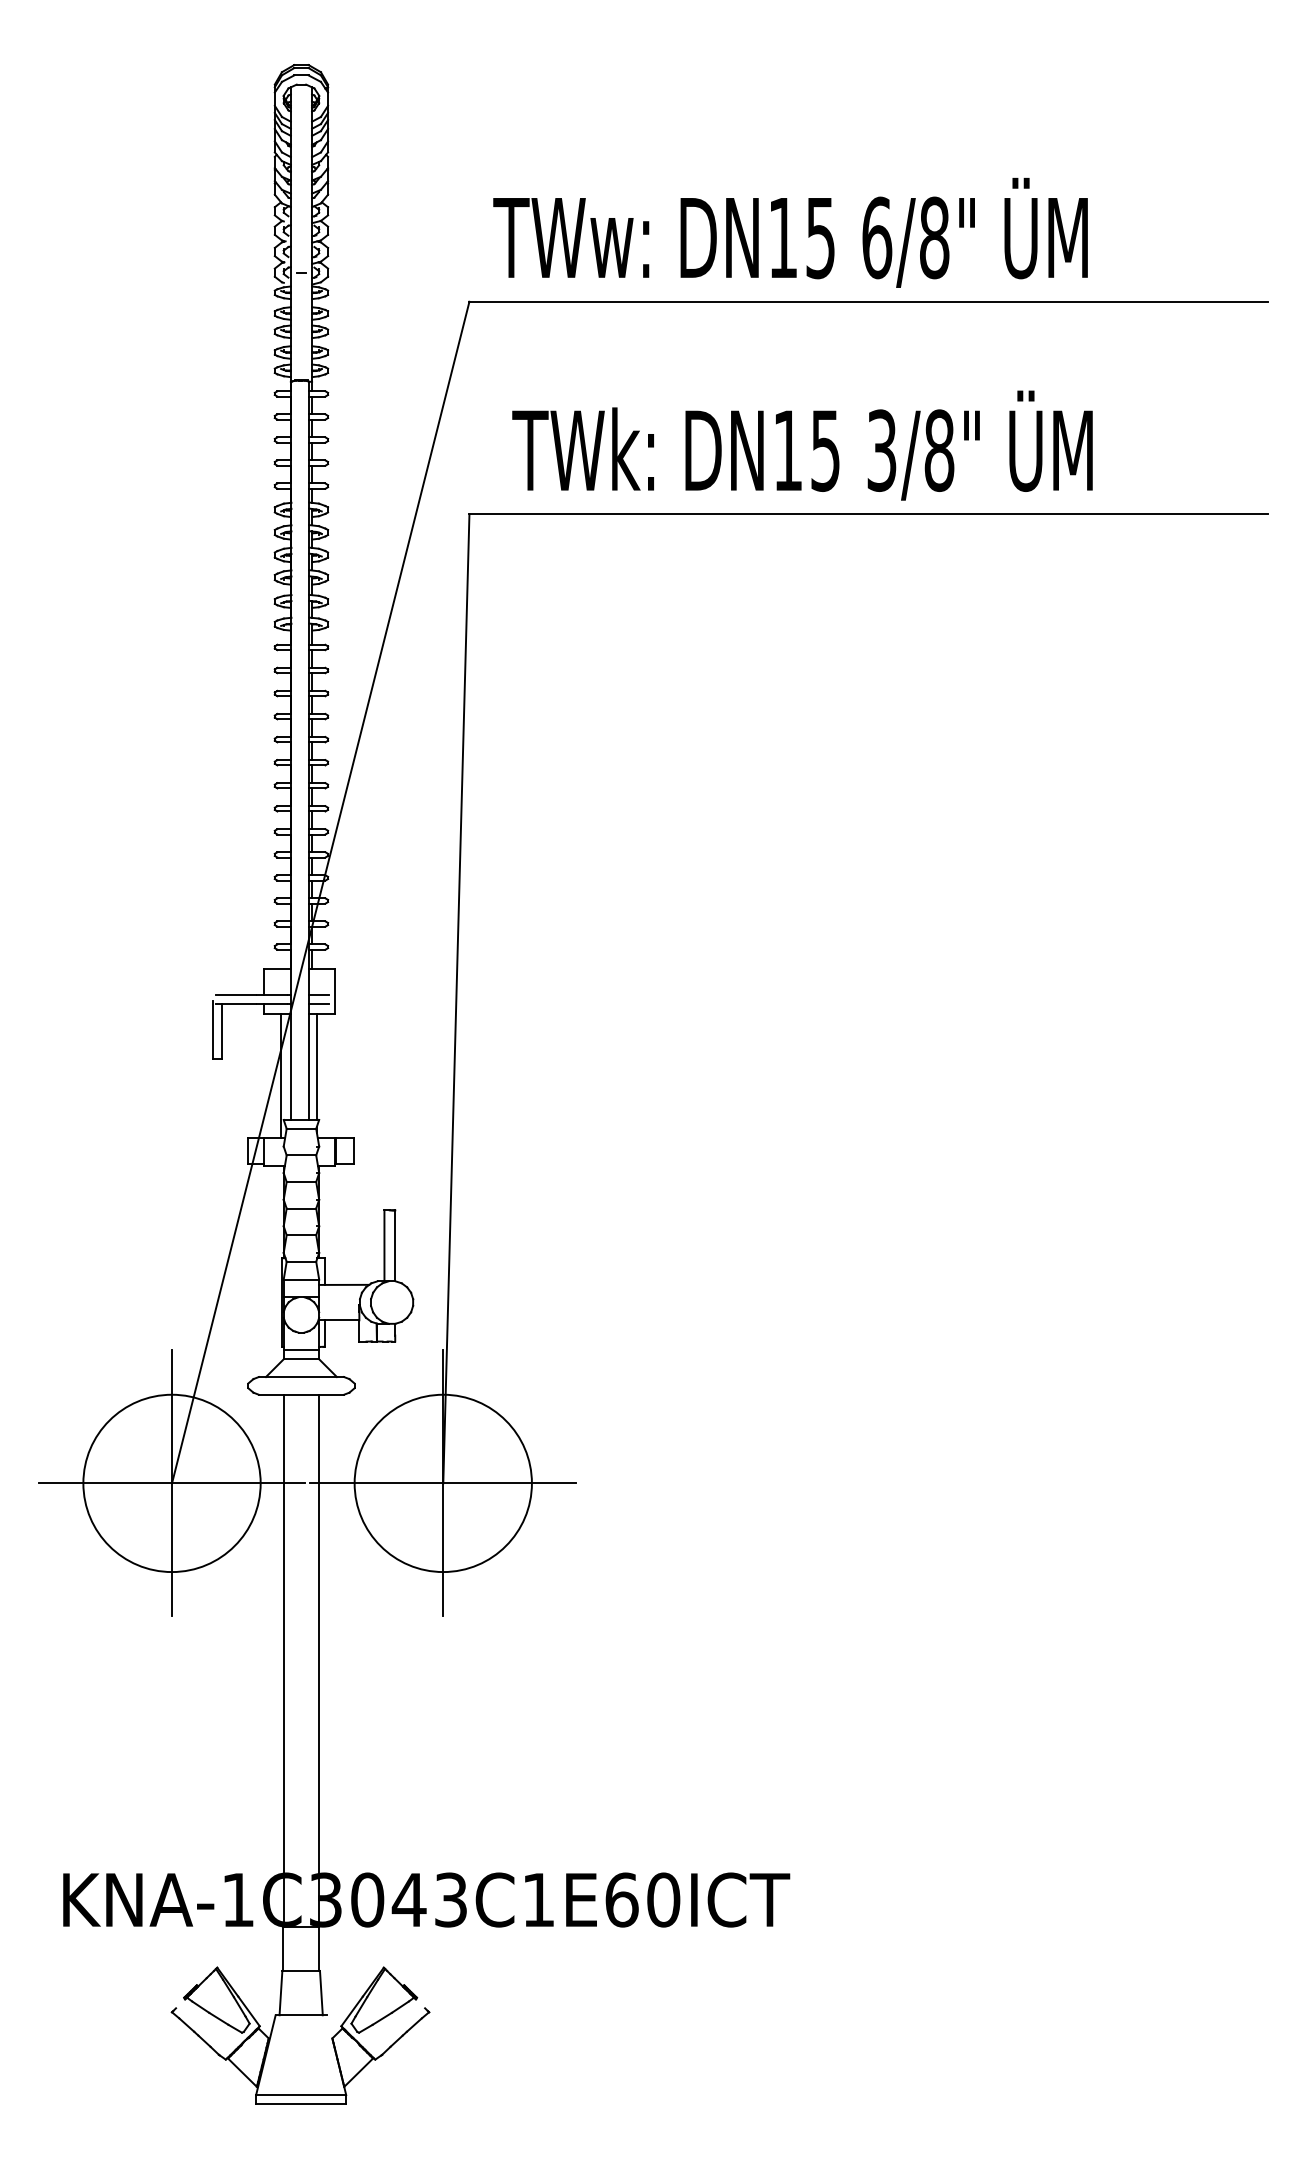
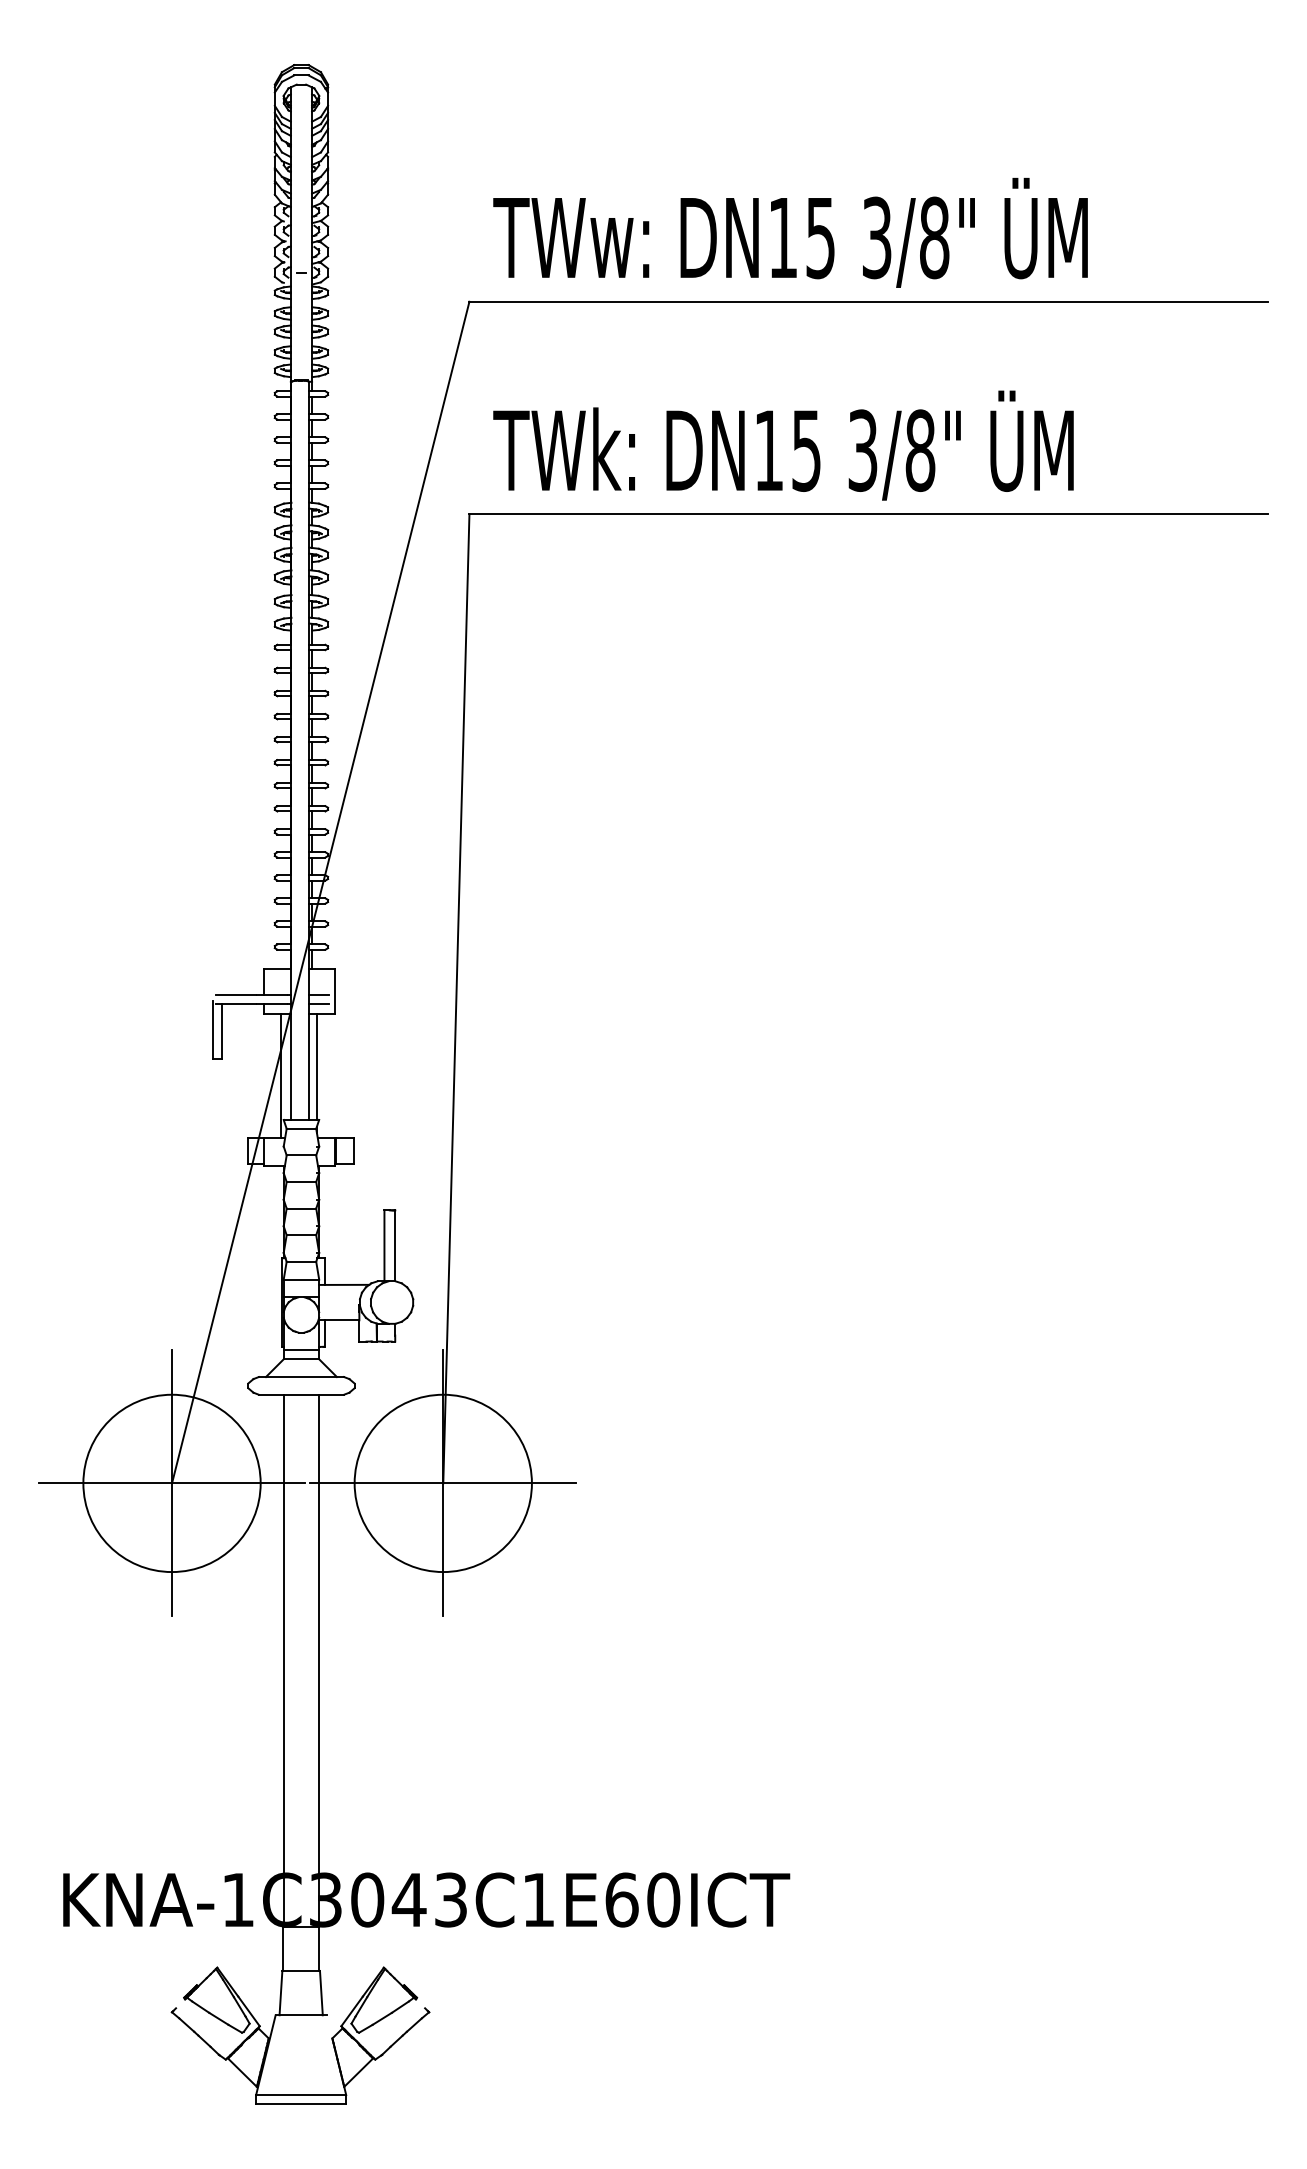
text at (877, 237): 6/8" -> 3/8"
text at (802, 445) position: (802, 445) -> (783, 445)
